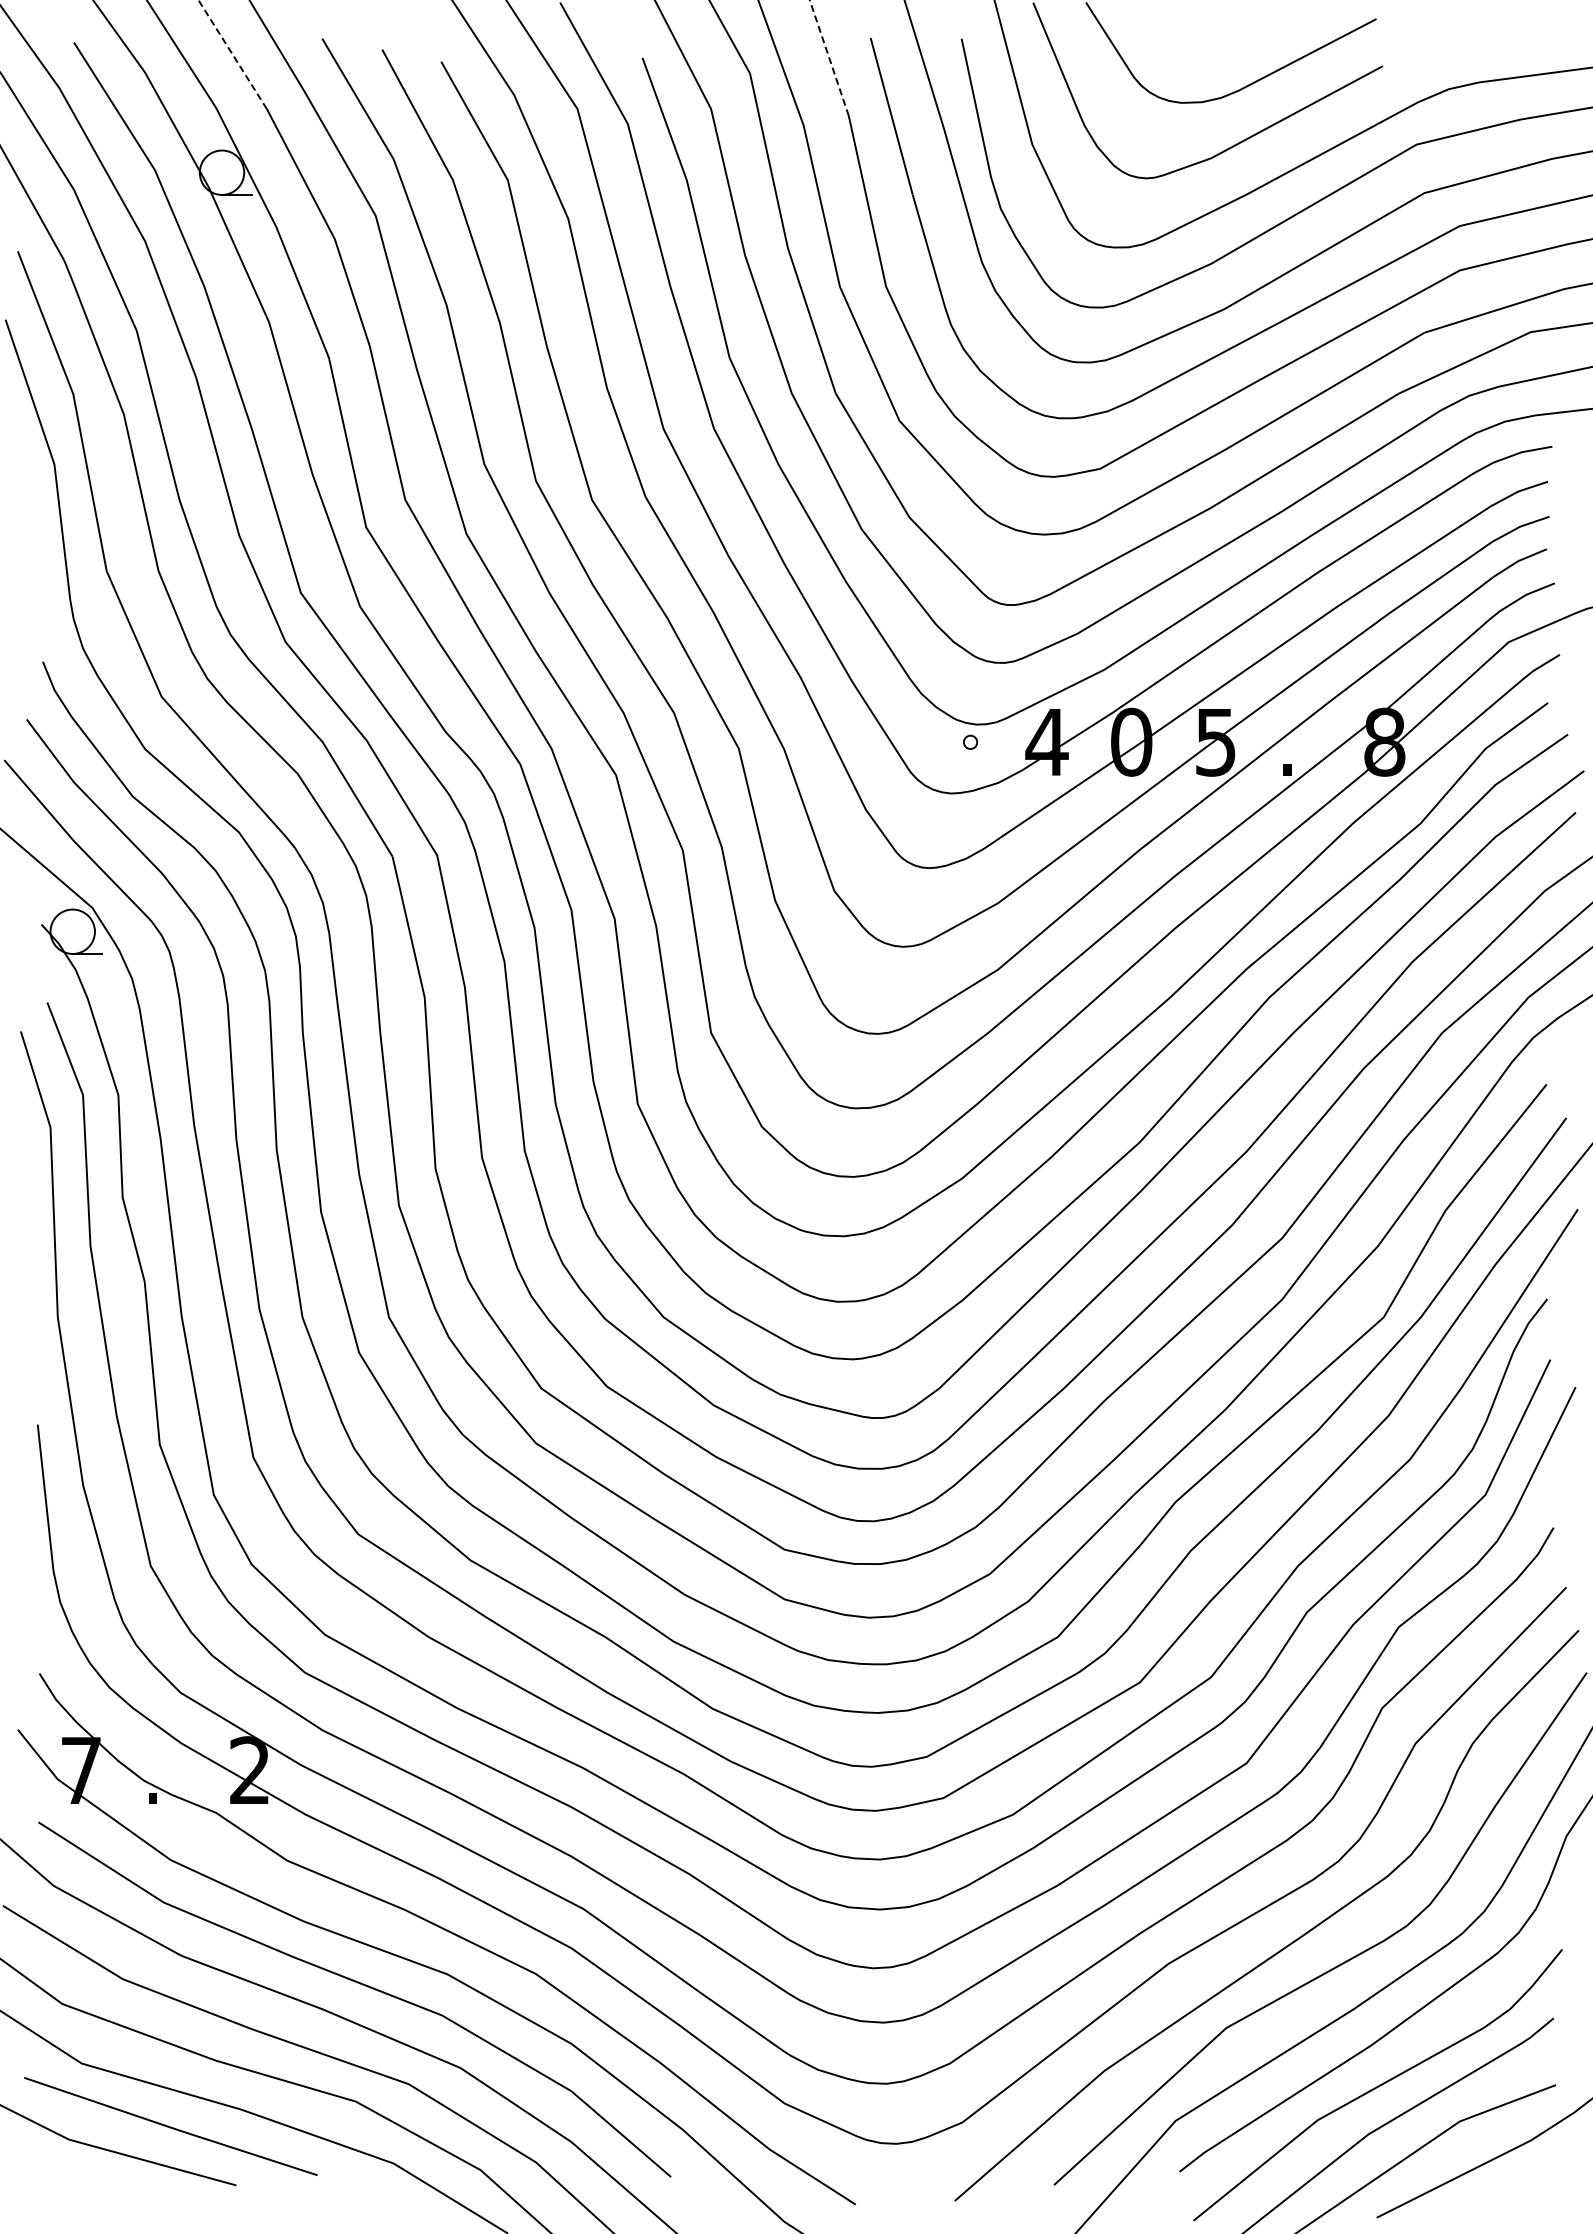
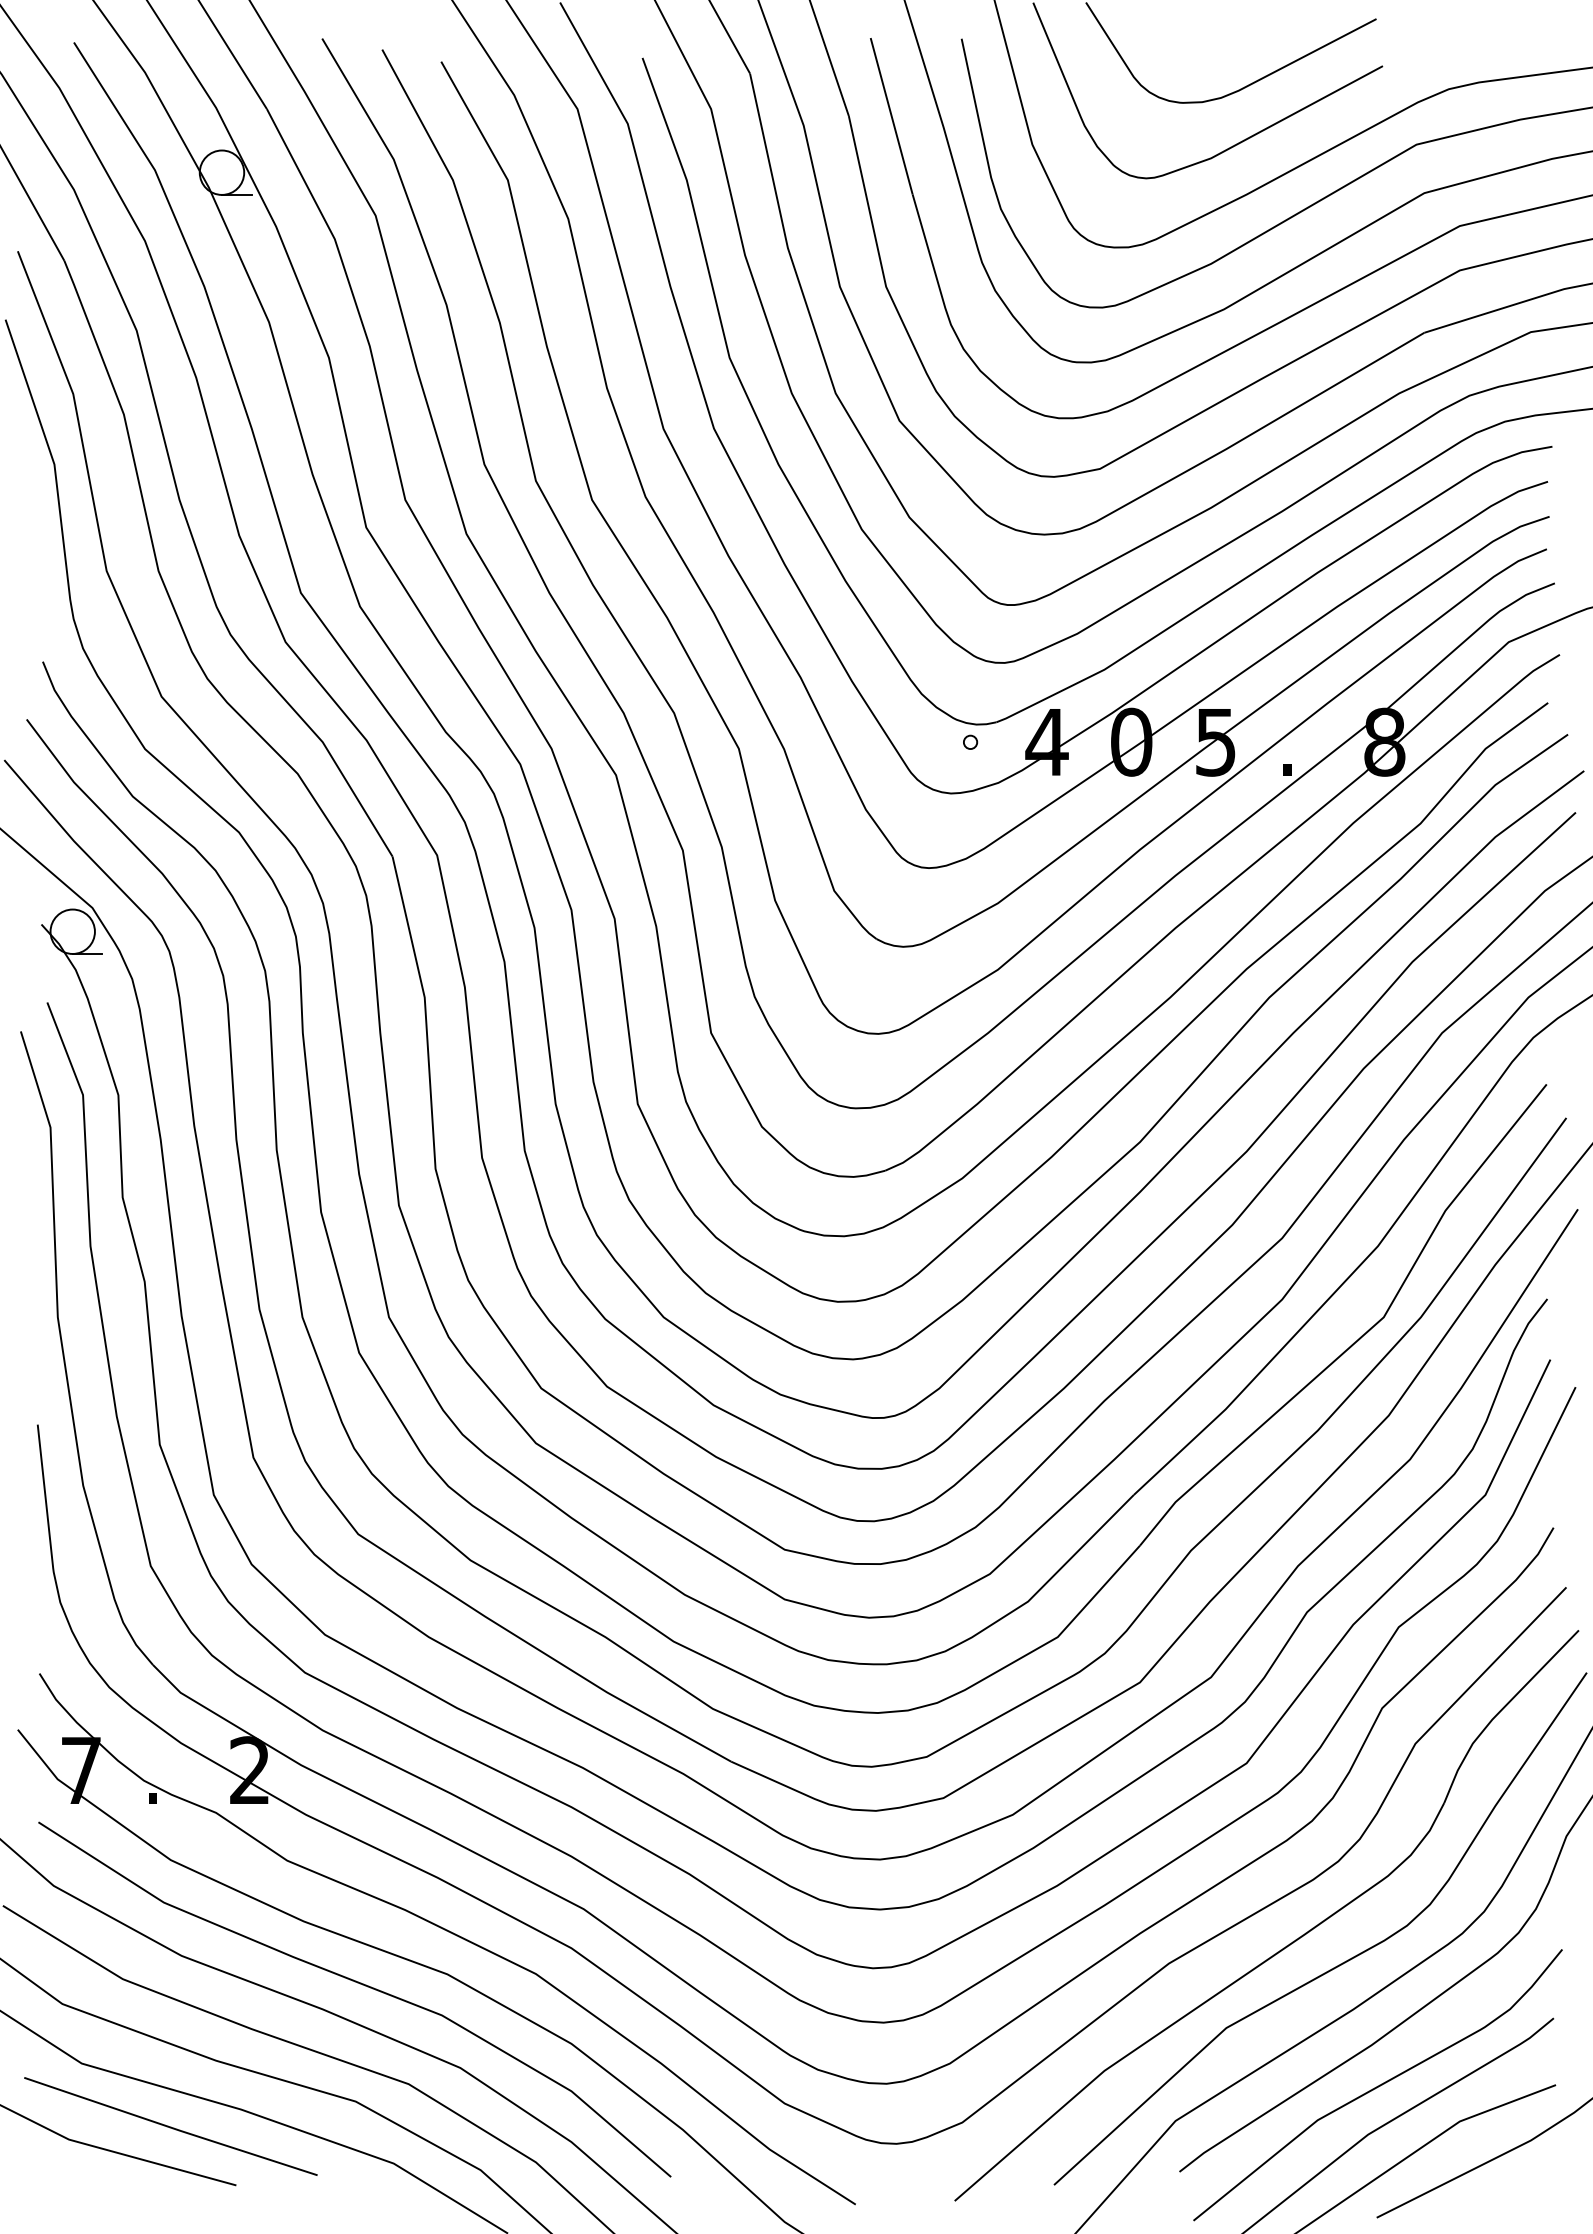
line at (232, 54): dashed -> solid
line at (829, 57): dashed -> solid
